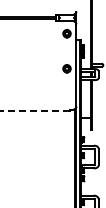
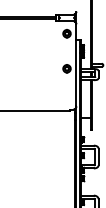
line at (35, 111): dashed -> solid
